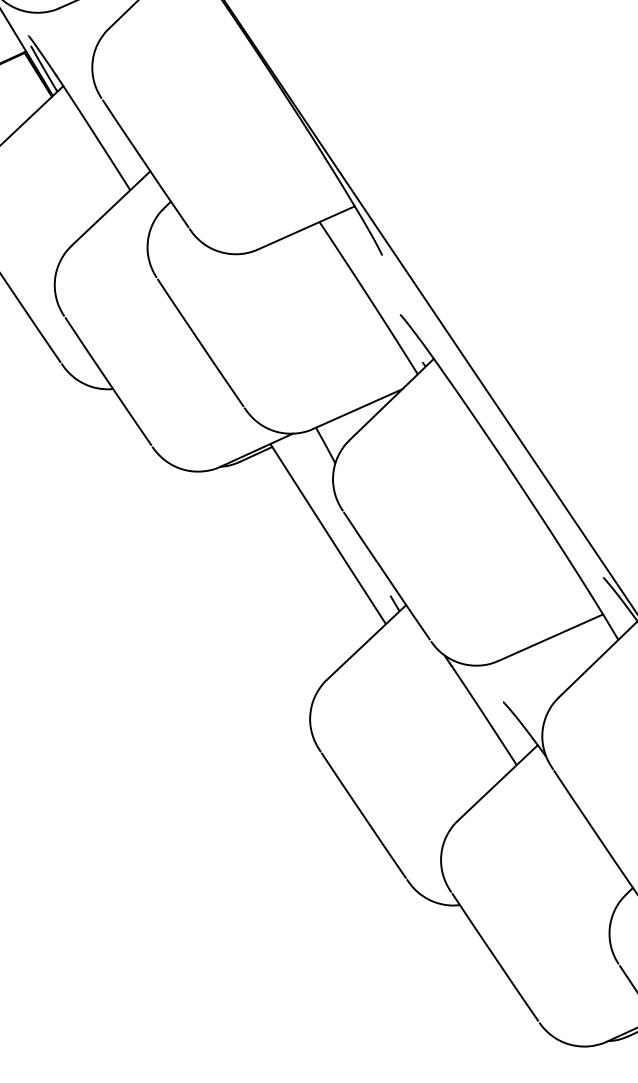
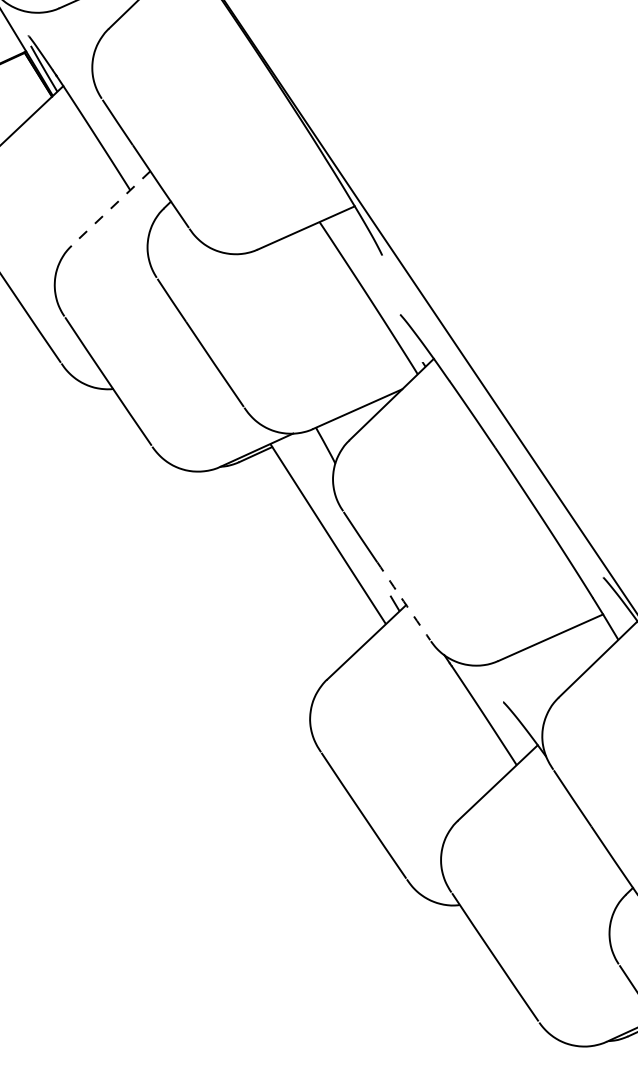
line at (110, 208): solid -> dashed
arc at (403, 601): solid -> dashed
